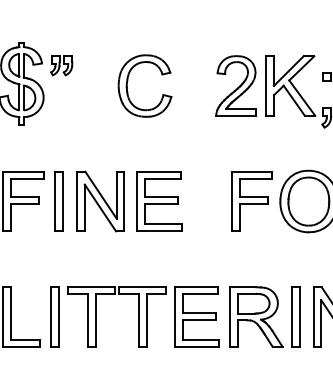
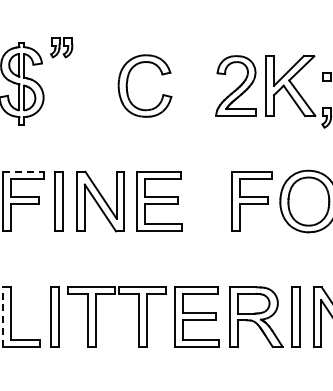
part at (61, 65) position: (61, 65) -> (61, 47)
line at (23, 171): solid -> dashed
line at (2, 317): solid -> dashed
